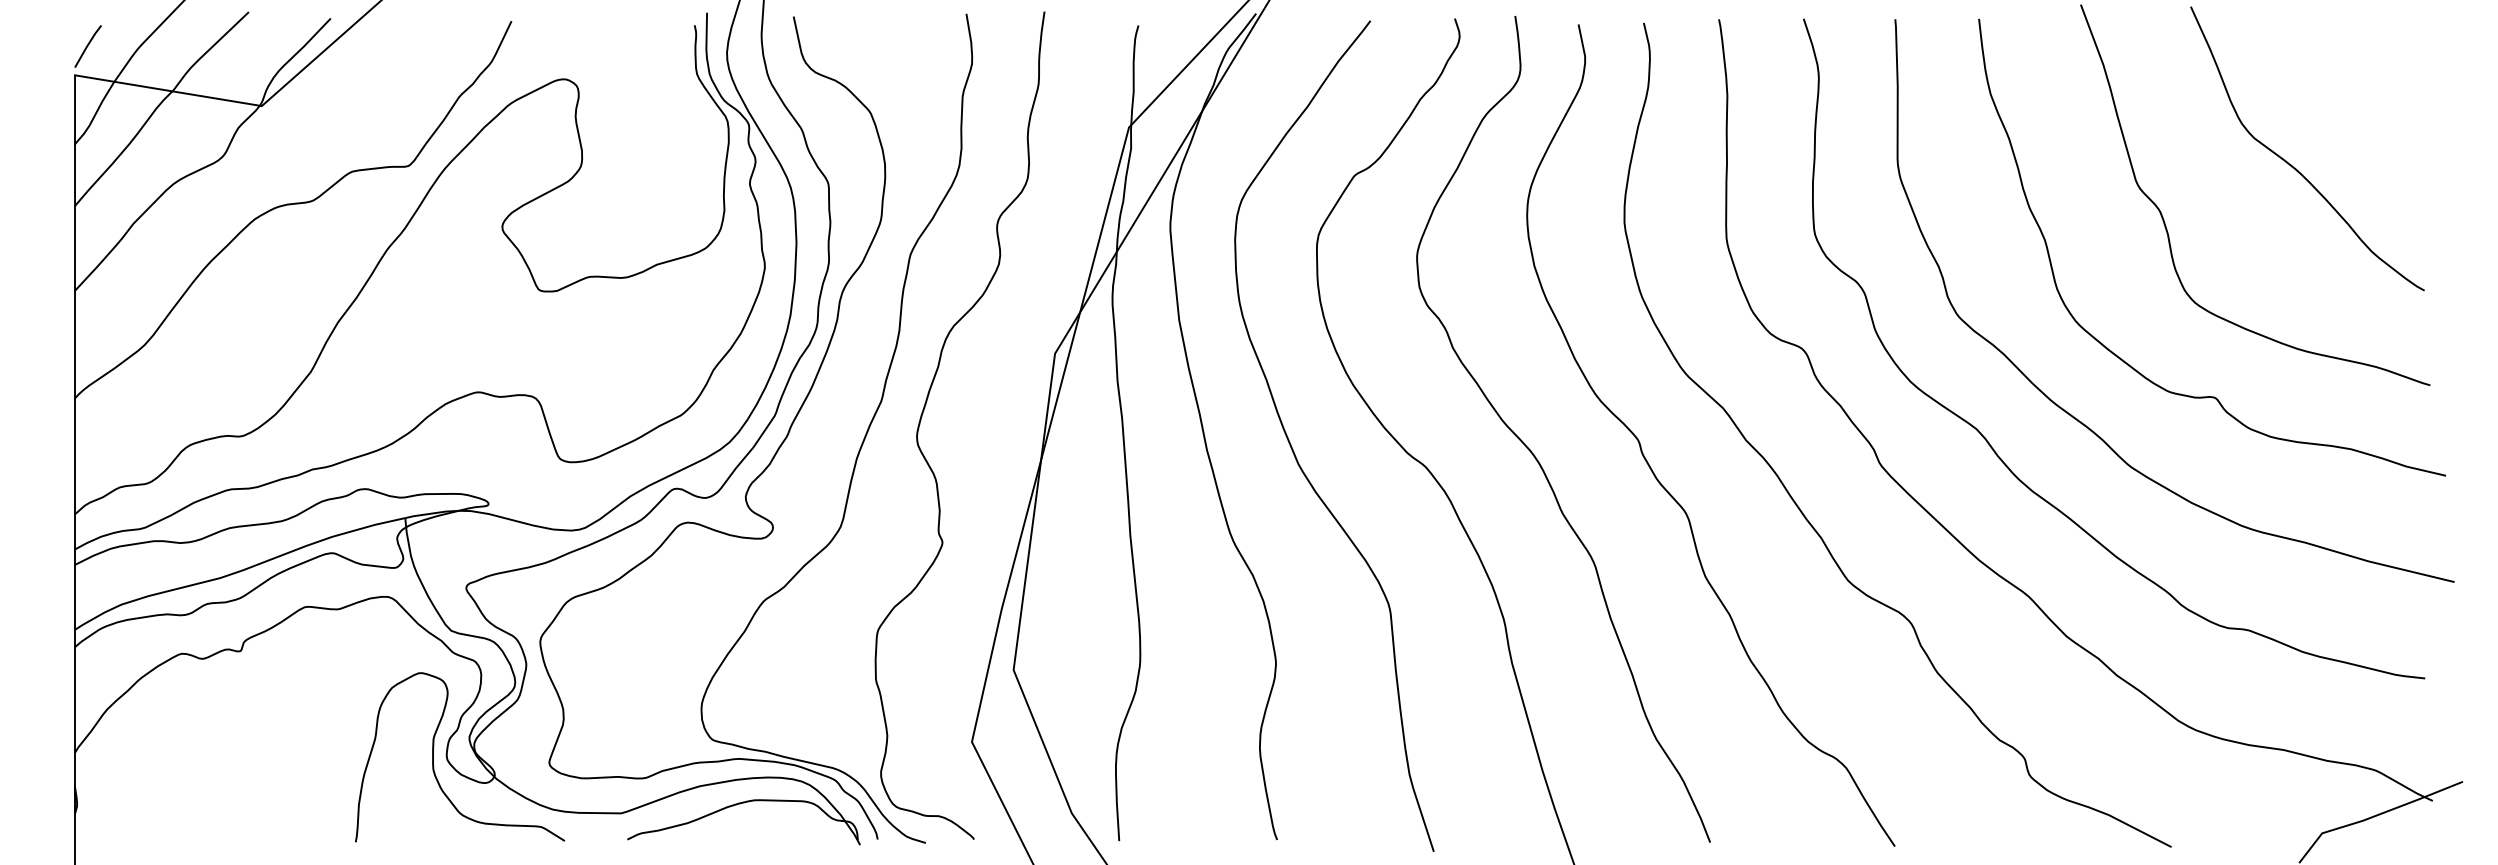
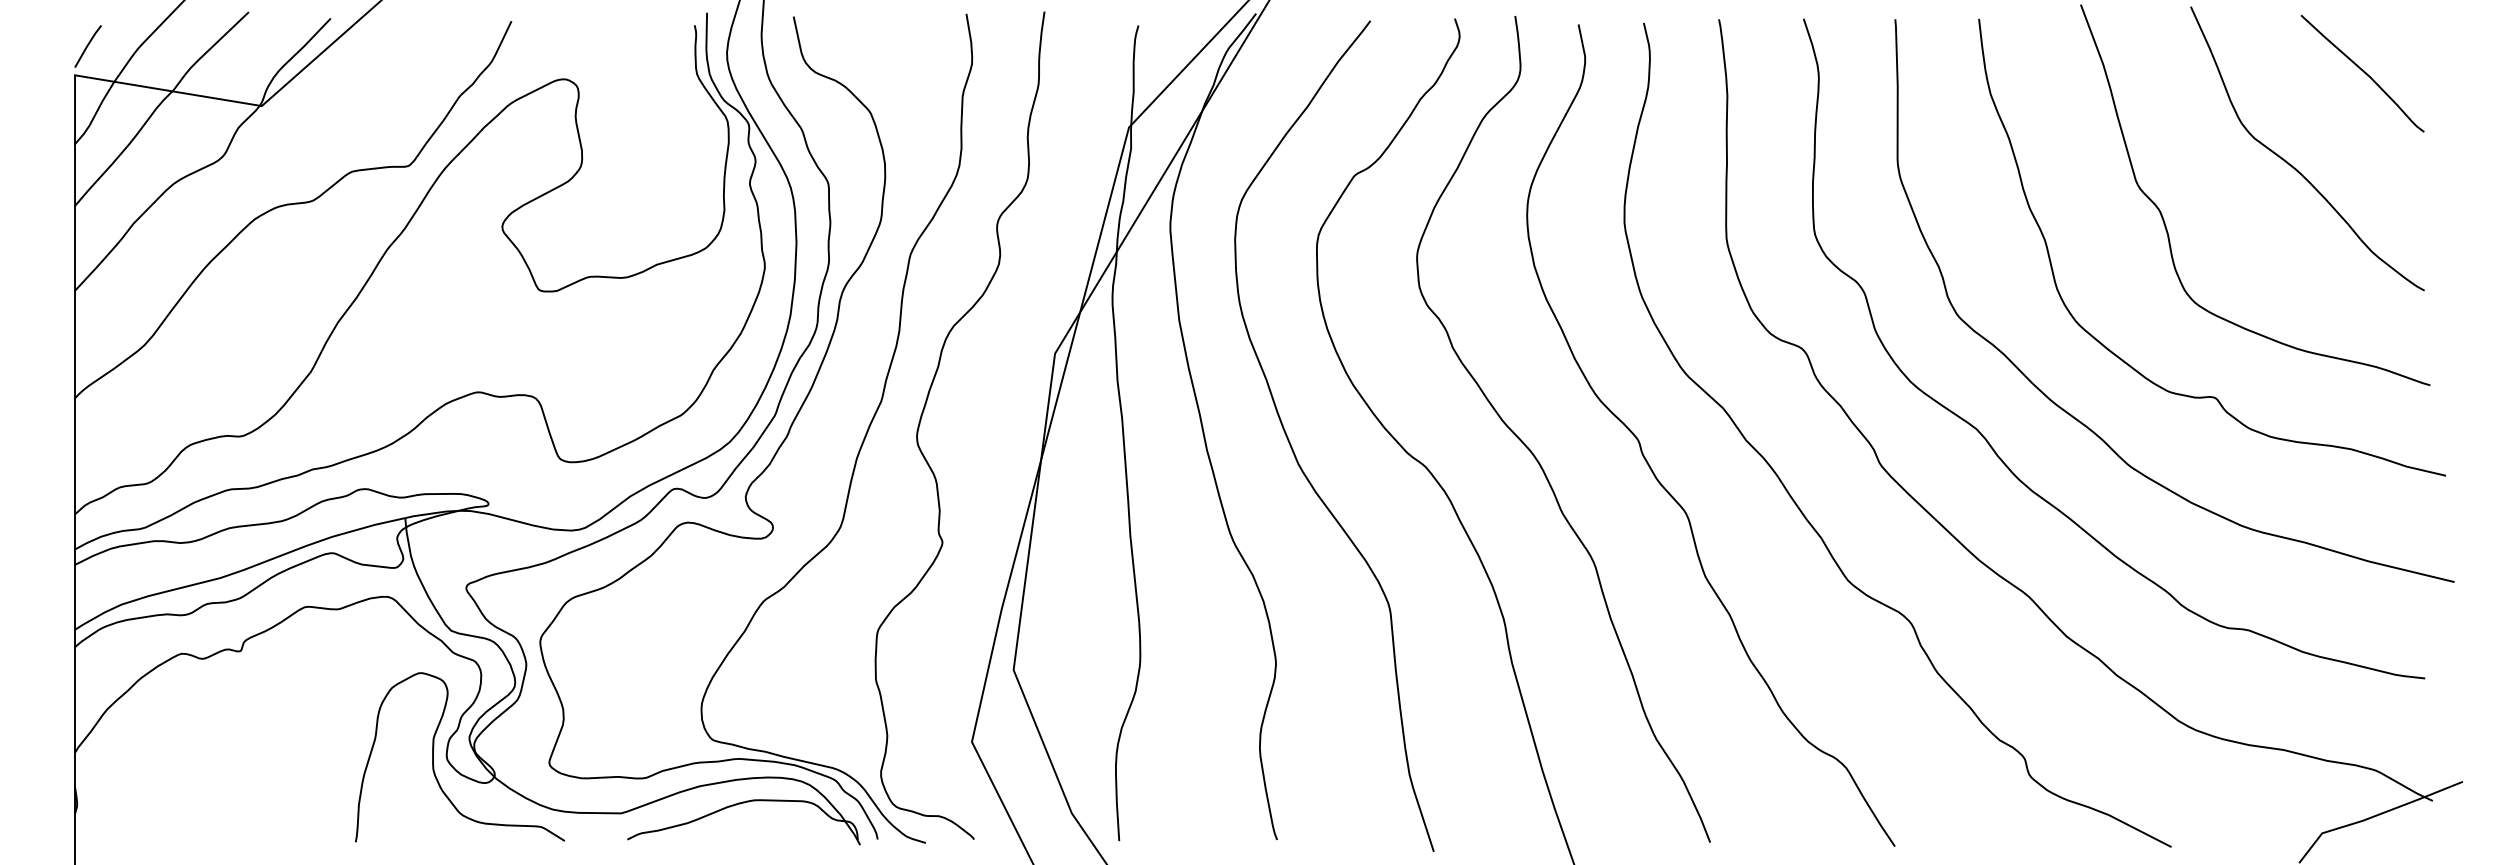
curve at (2363, 72): none -> present
